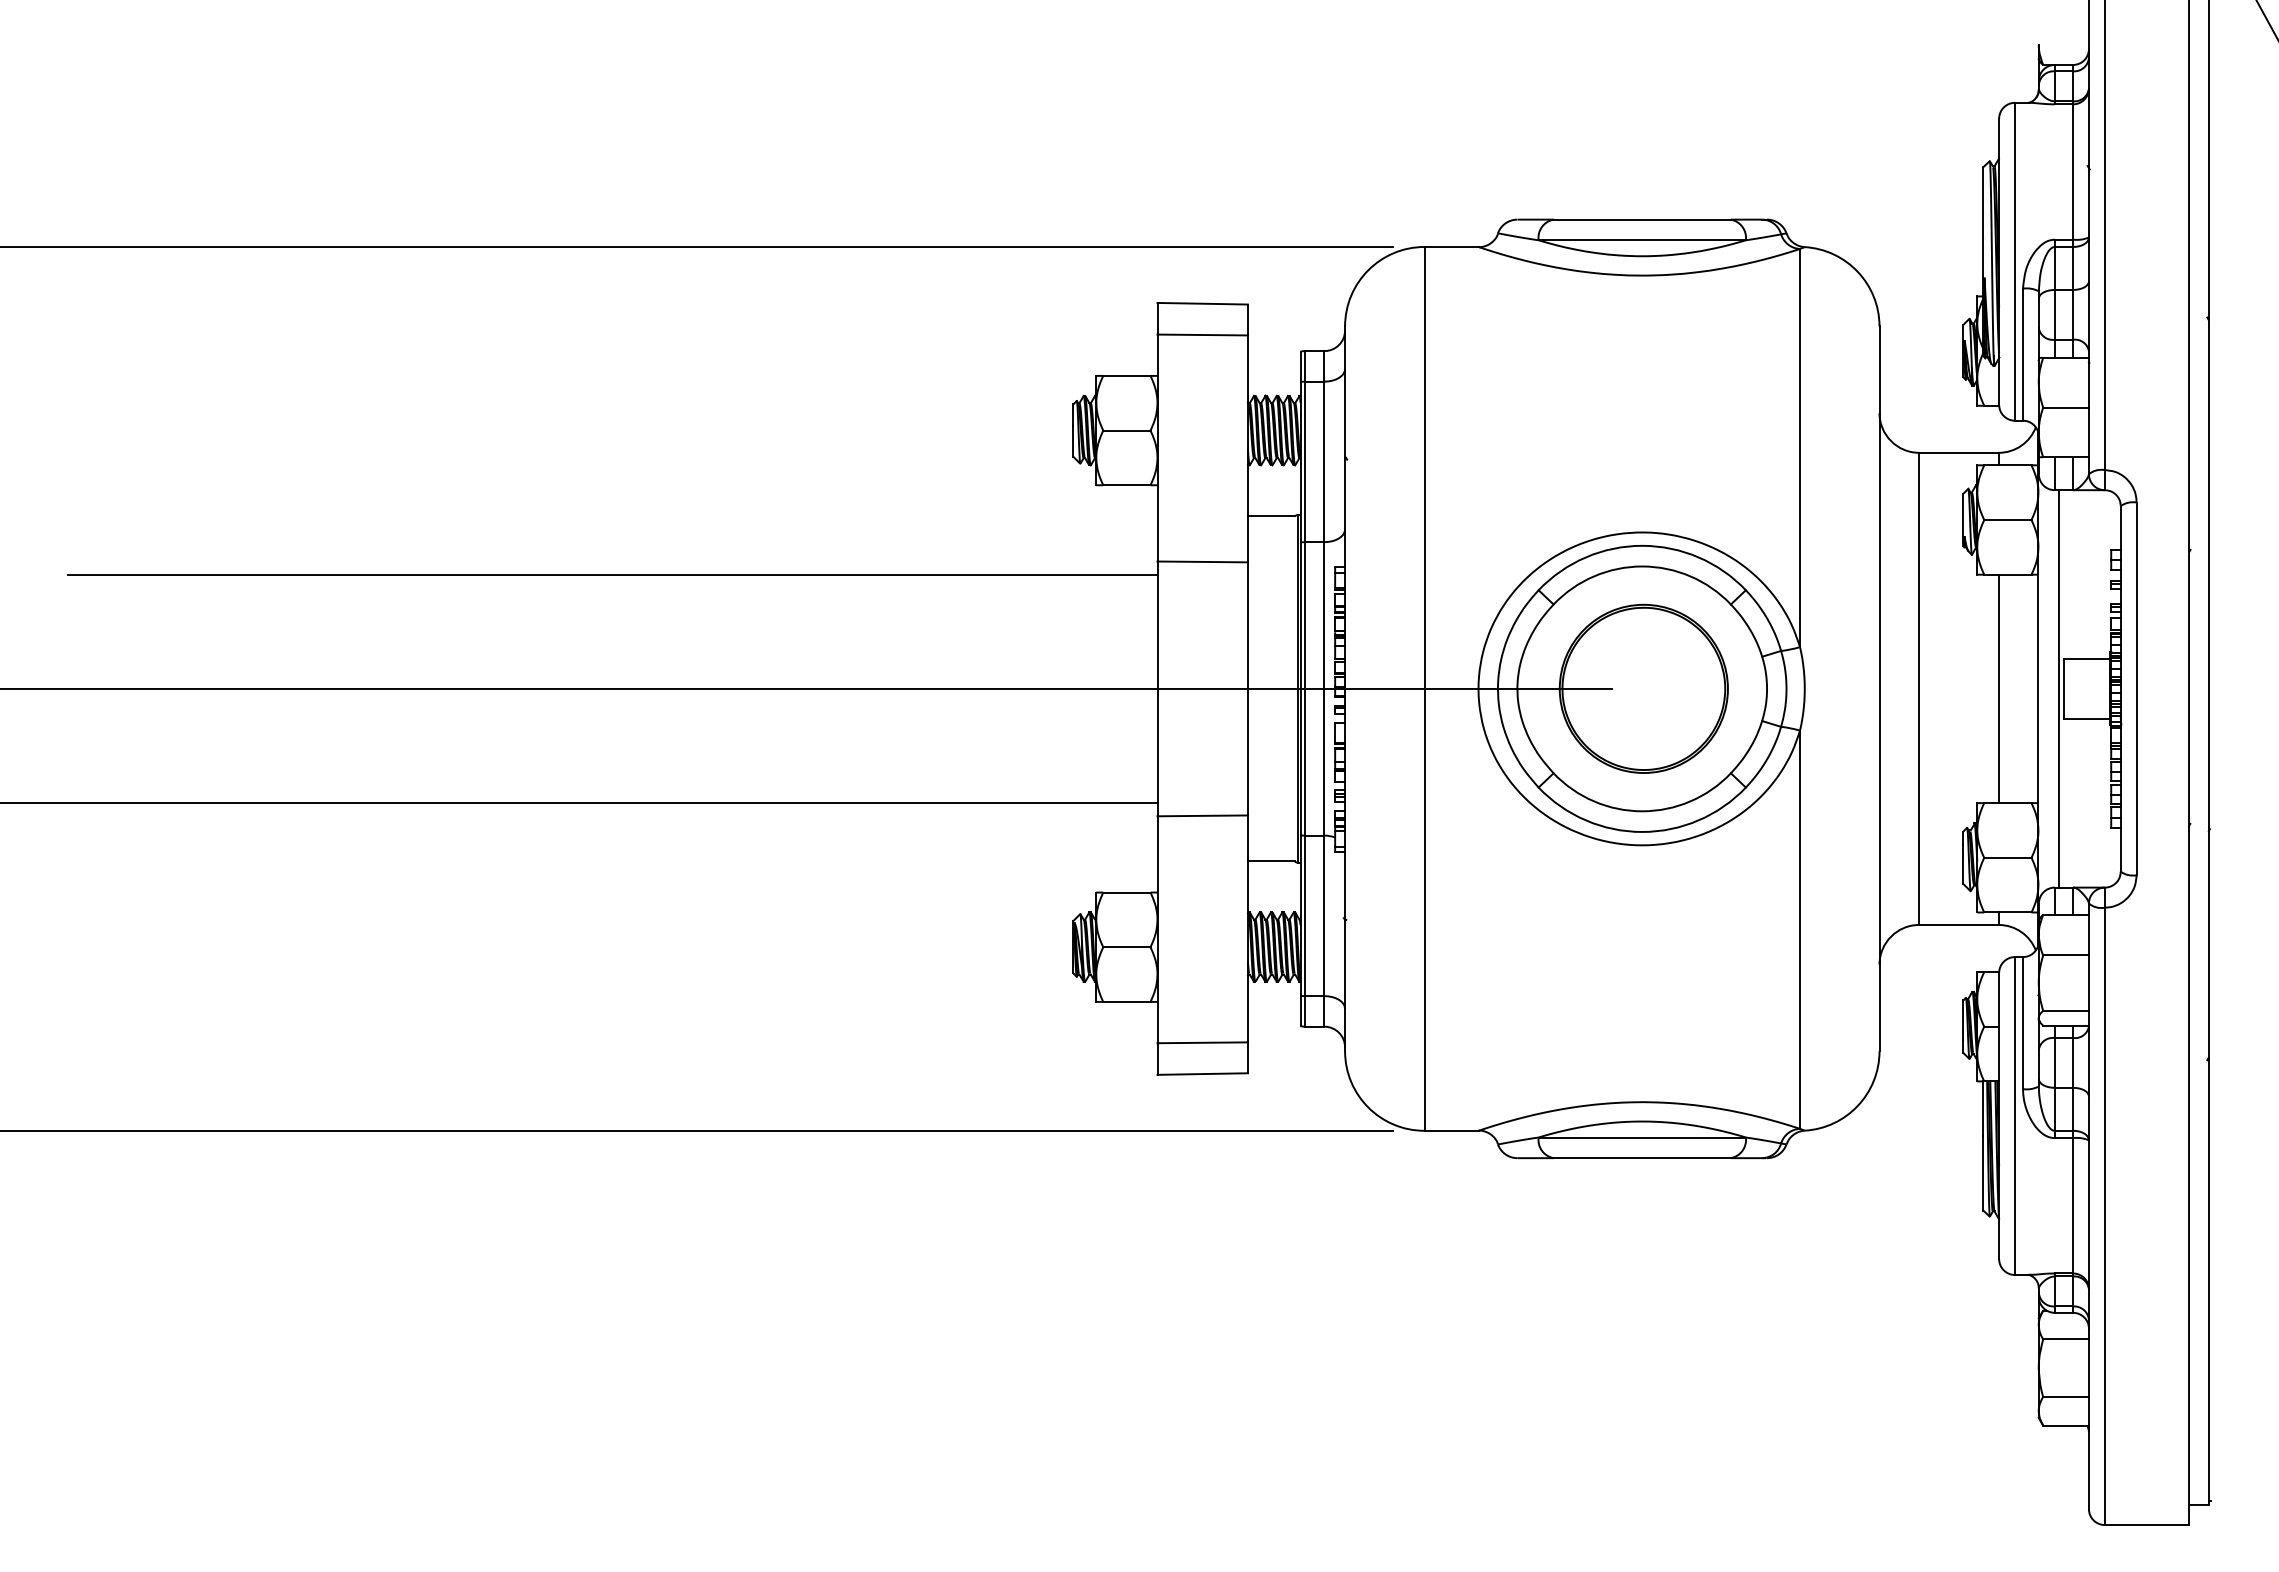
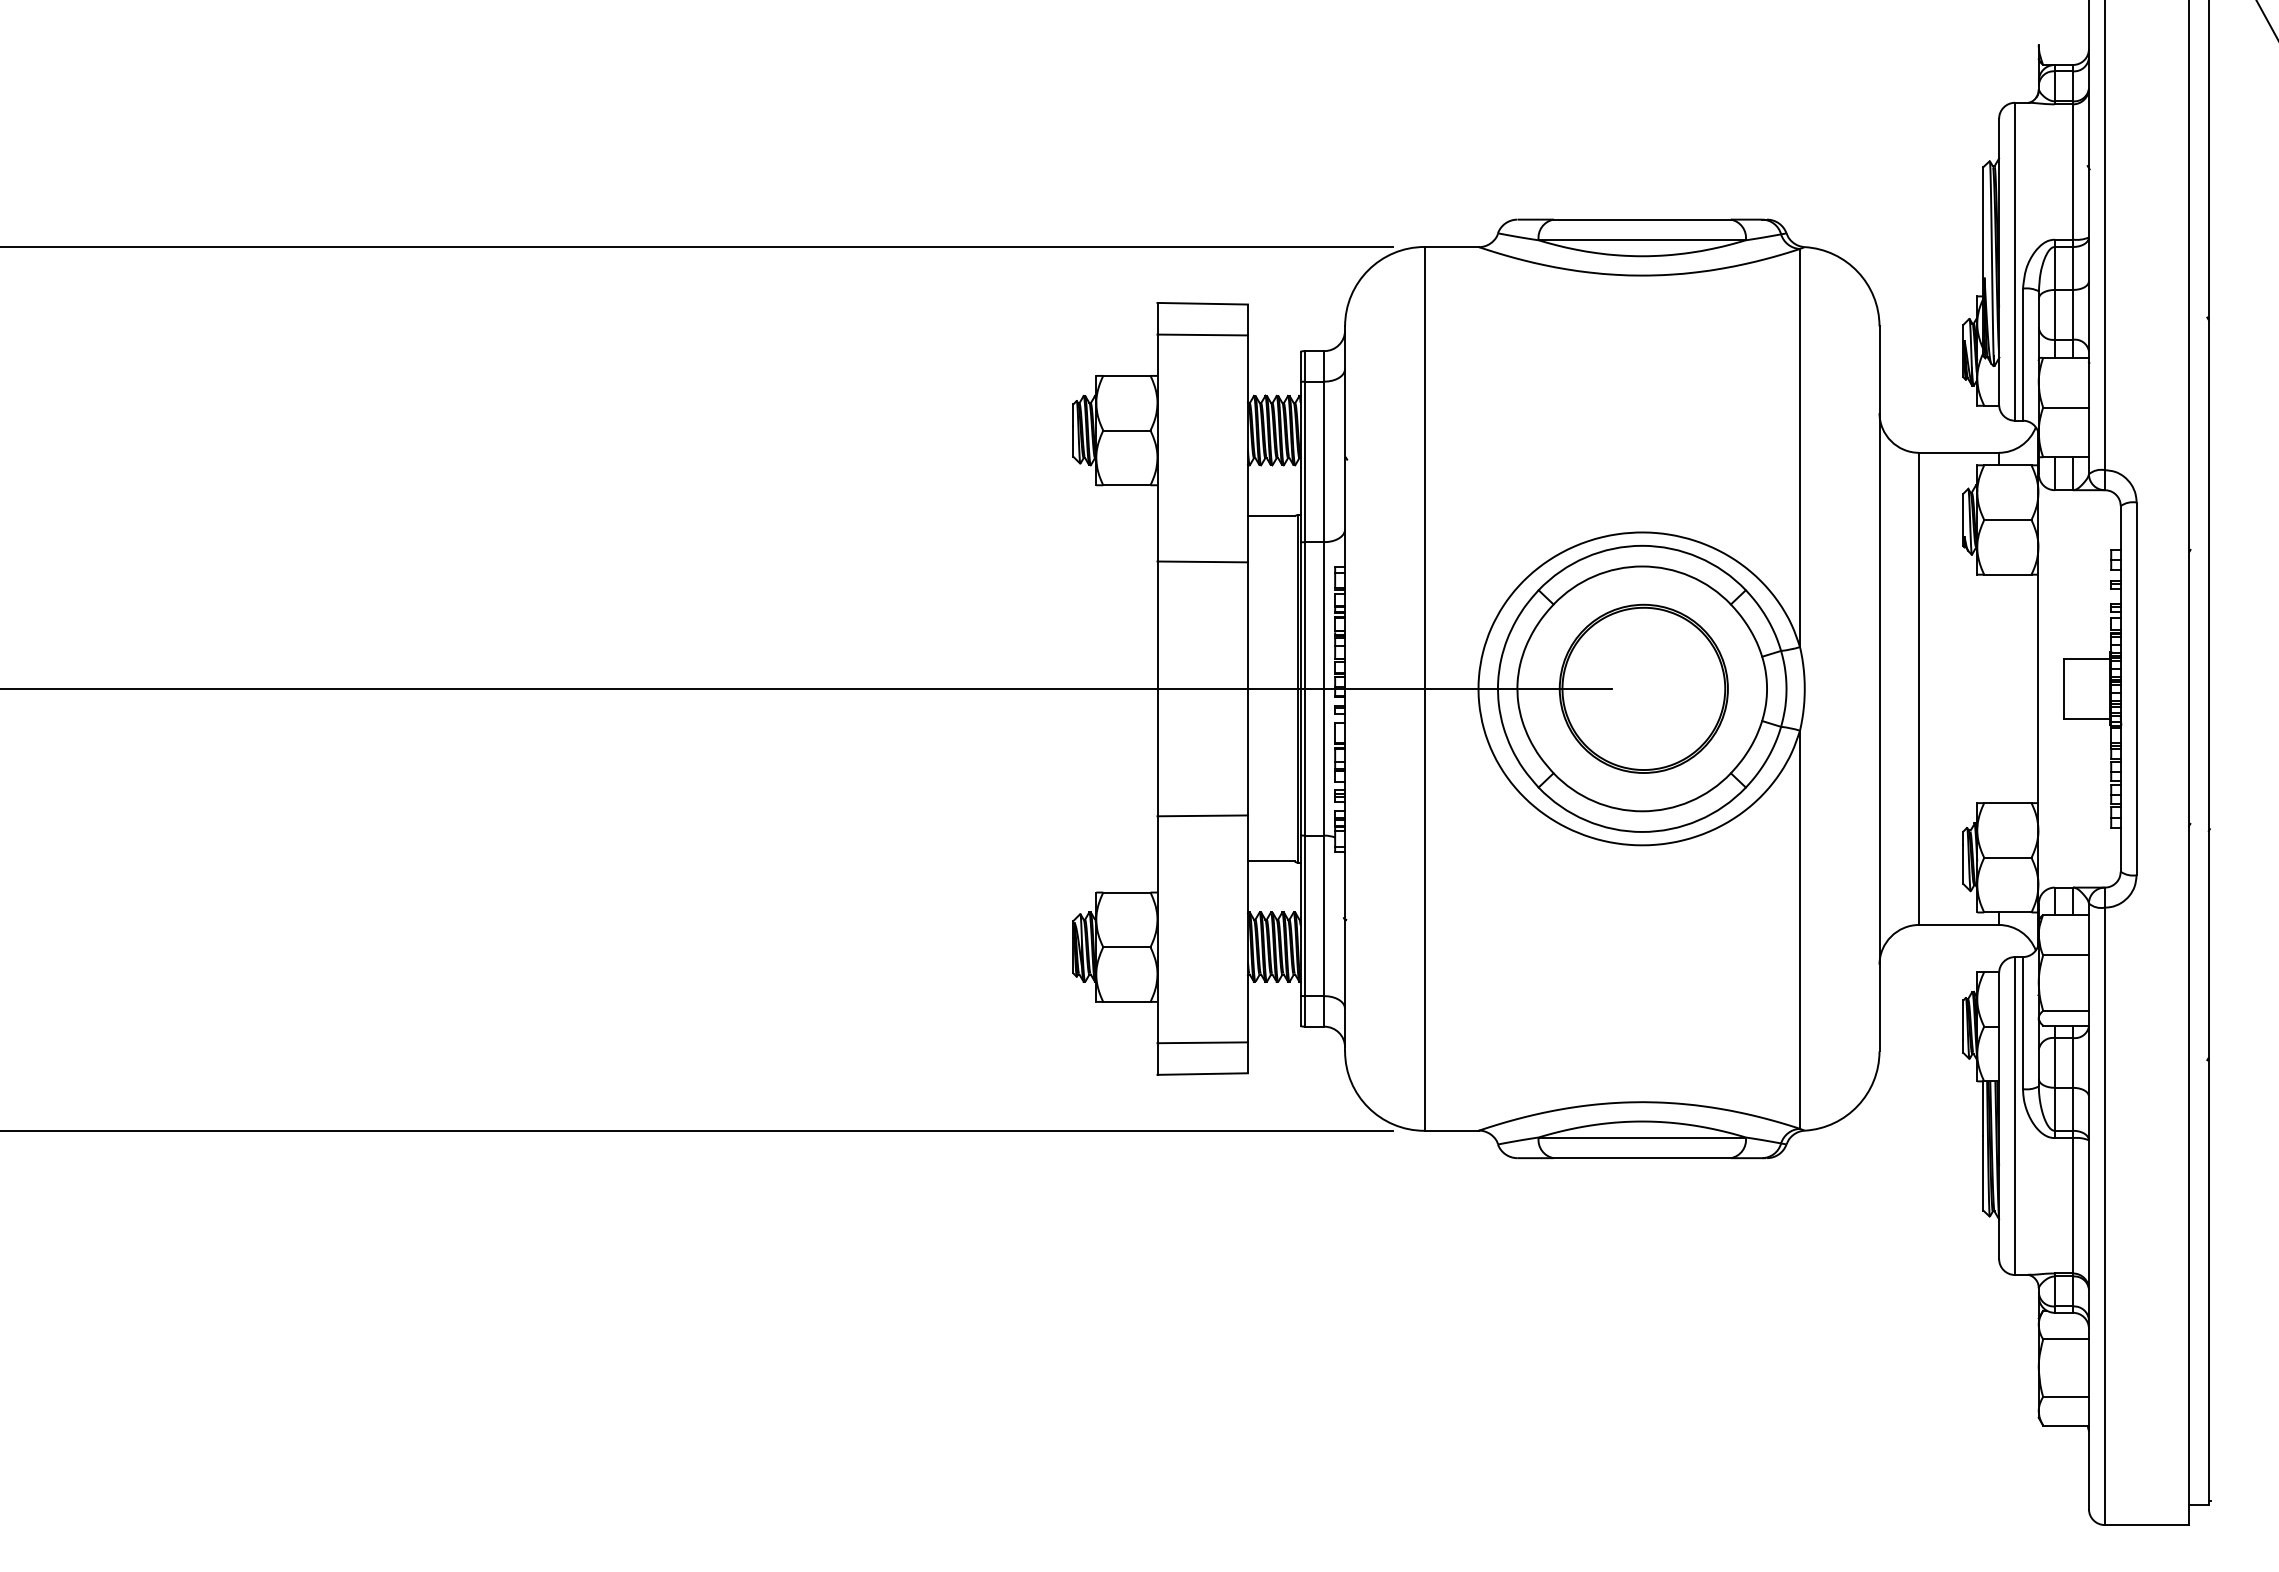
line at (612, 574): present -> none
line at (1998, 688): present -> none
line at (2059, 688): present -> none
line at (579, 803): present -> none
